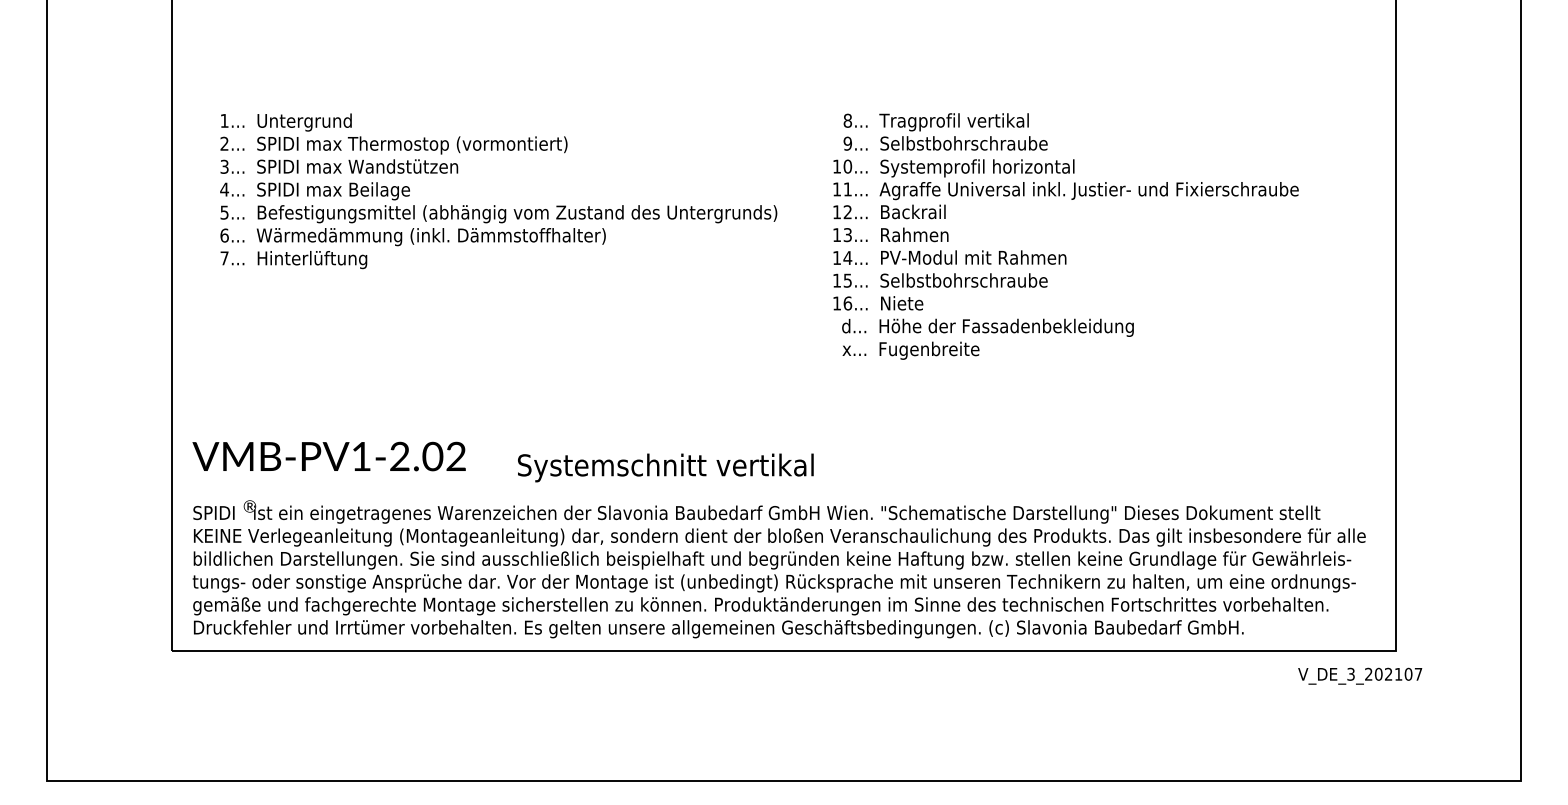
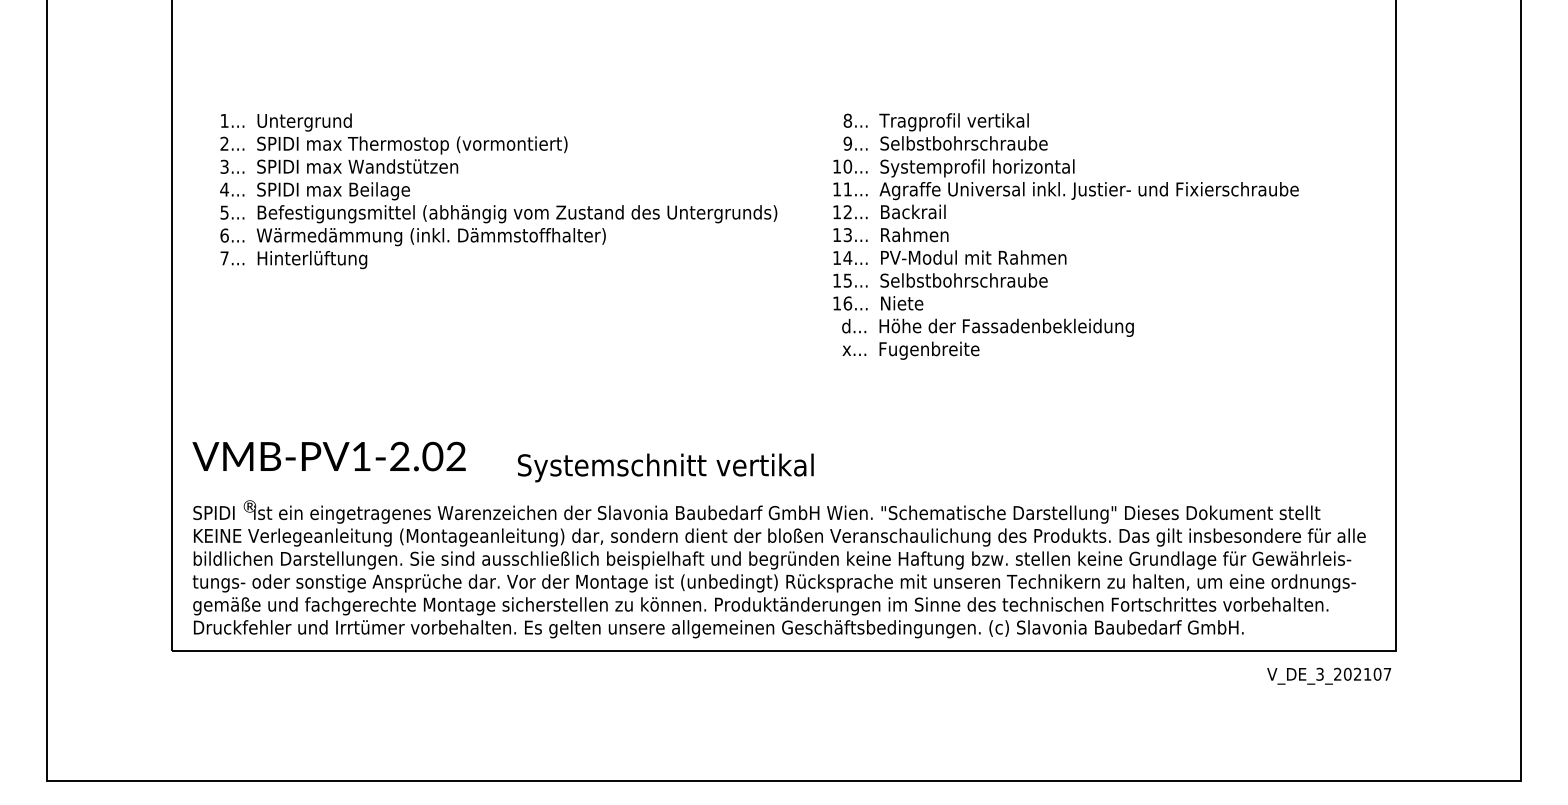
text at (1360, 675) position: (1360, 675) -> (1329, 675)
